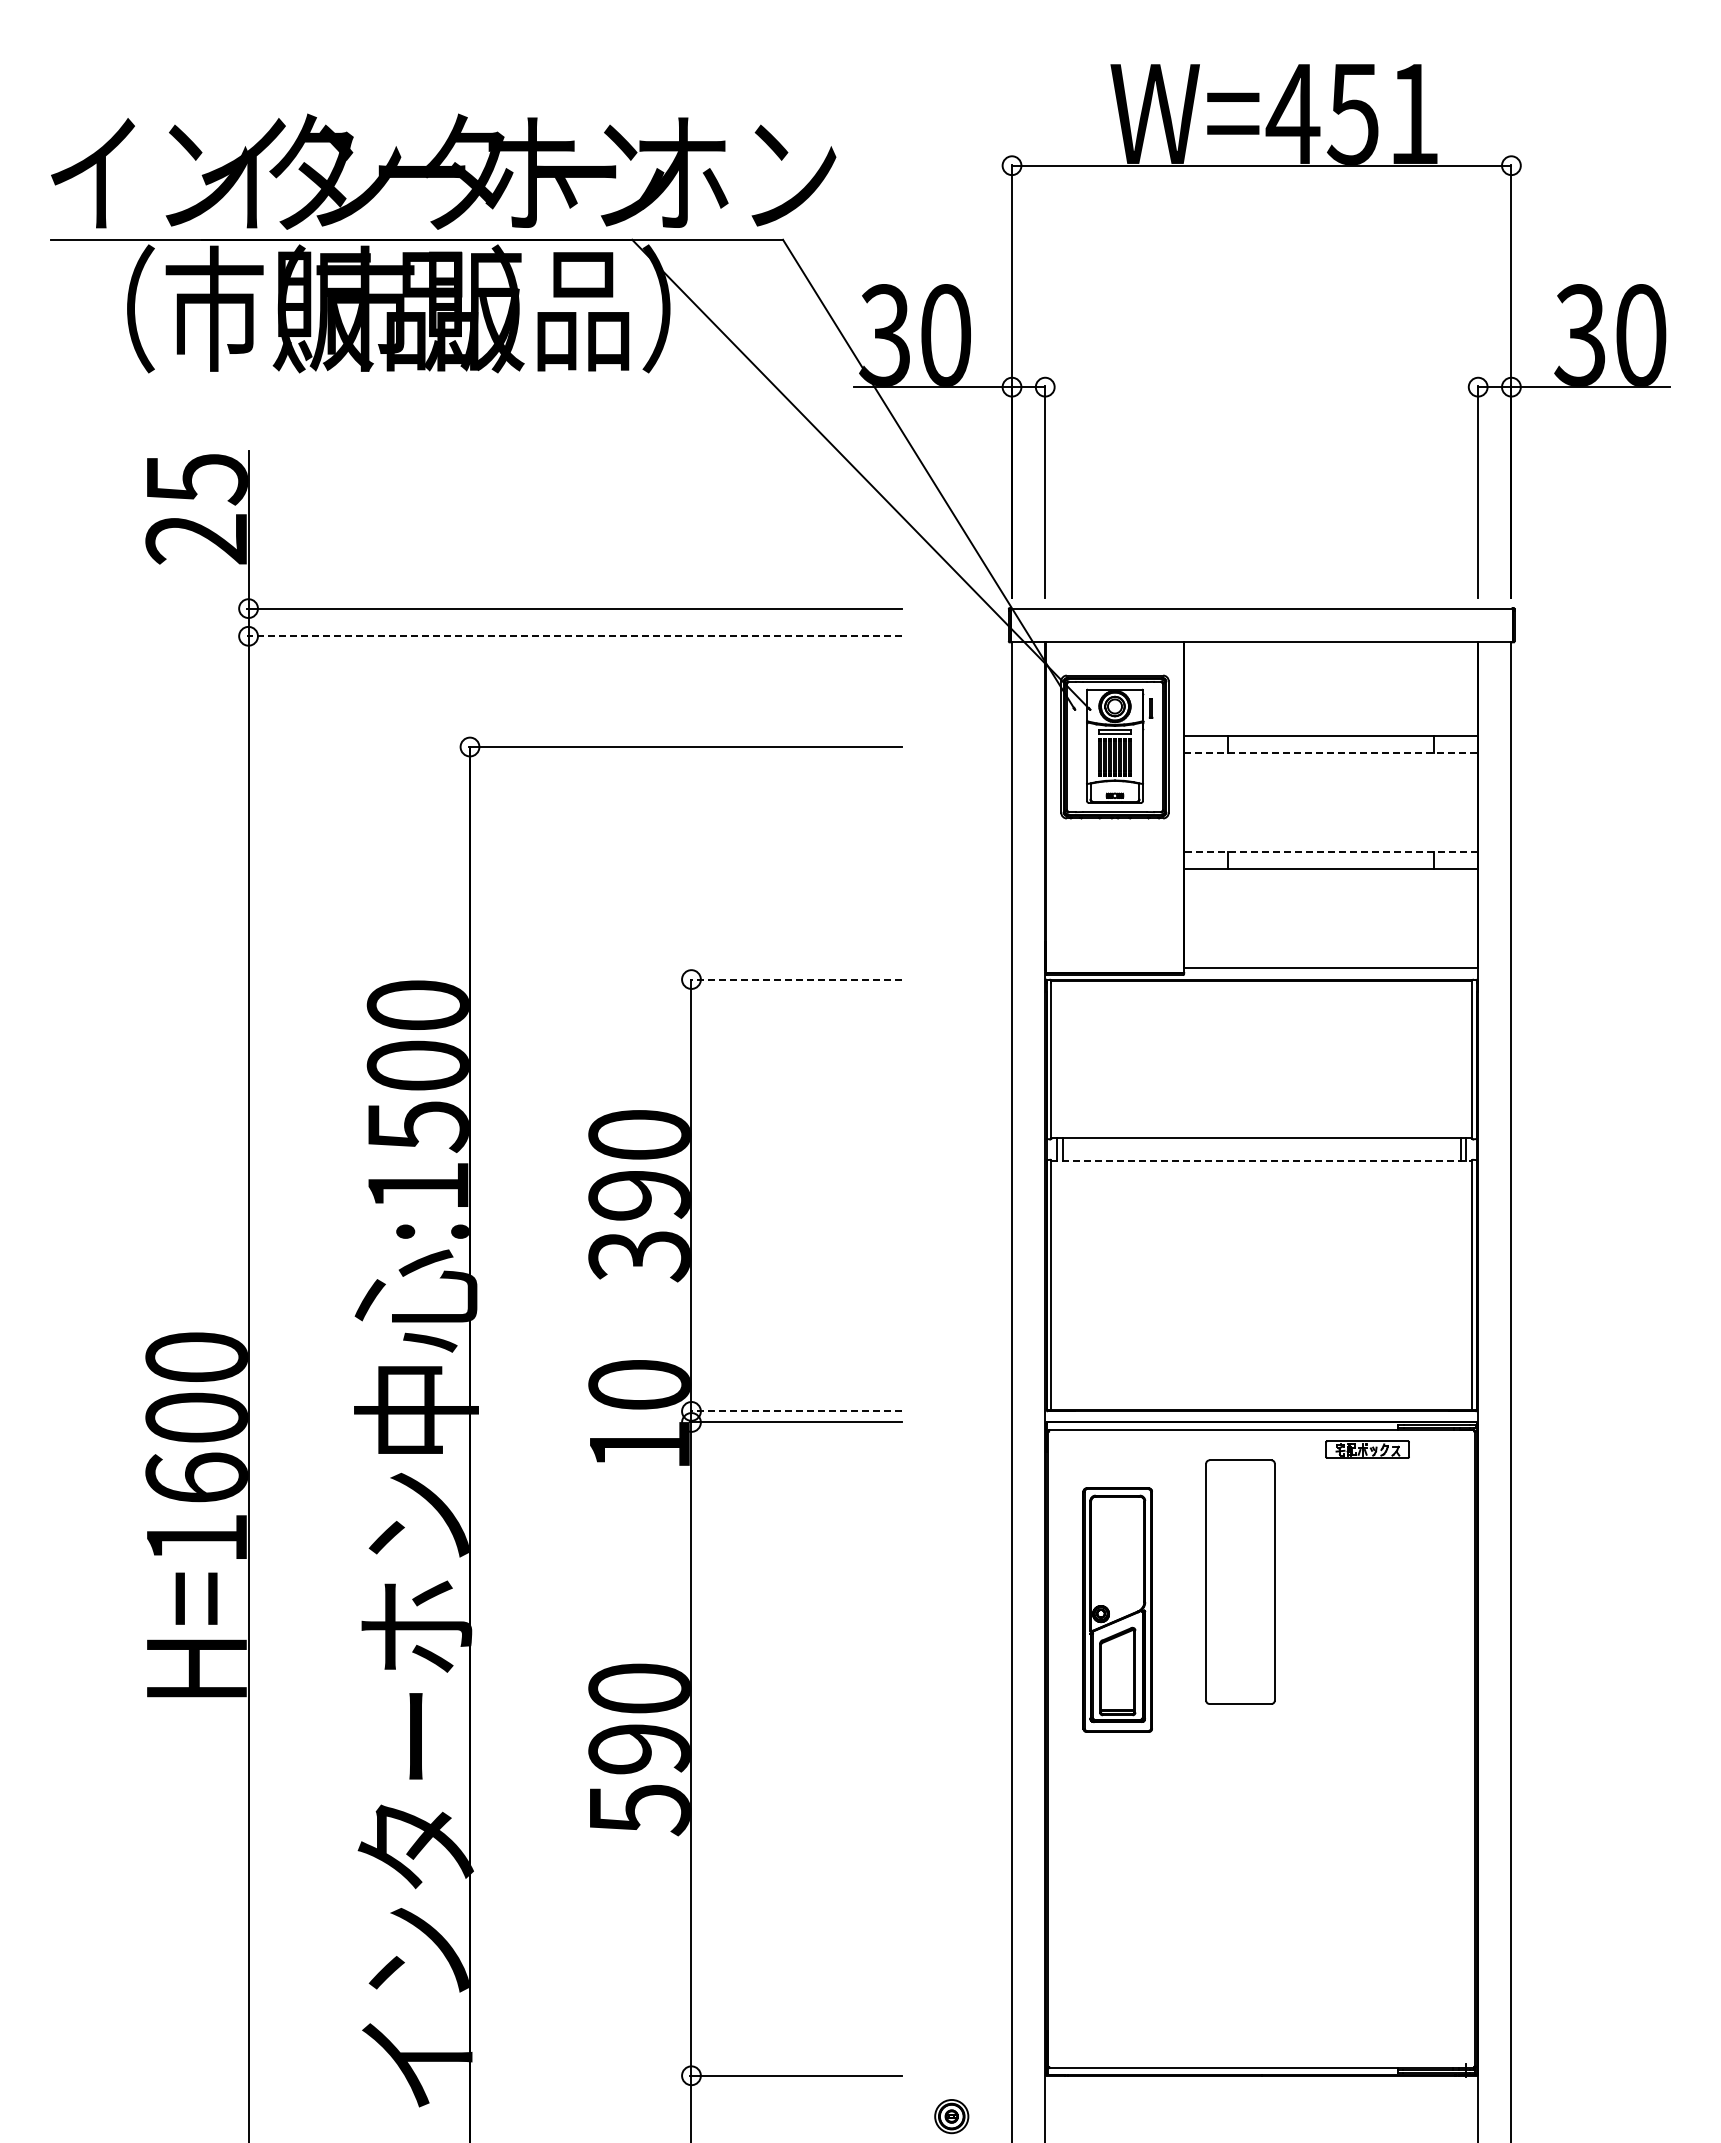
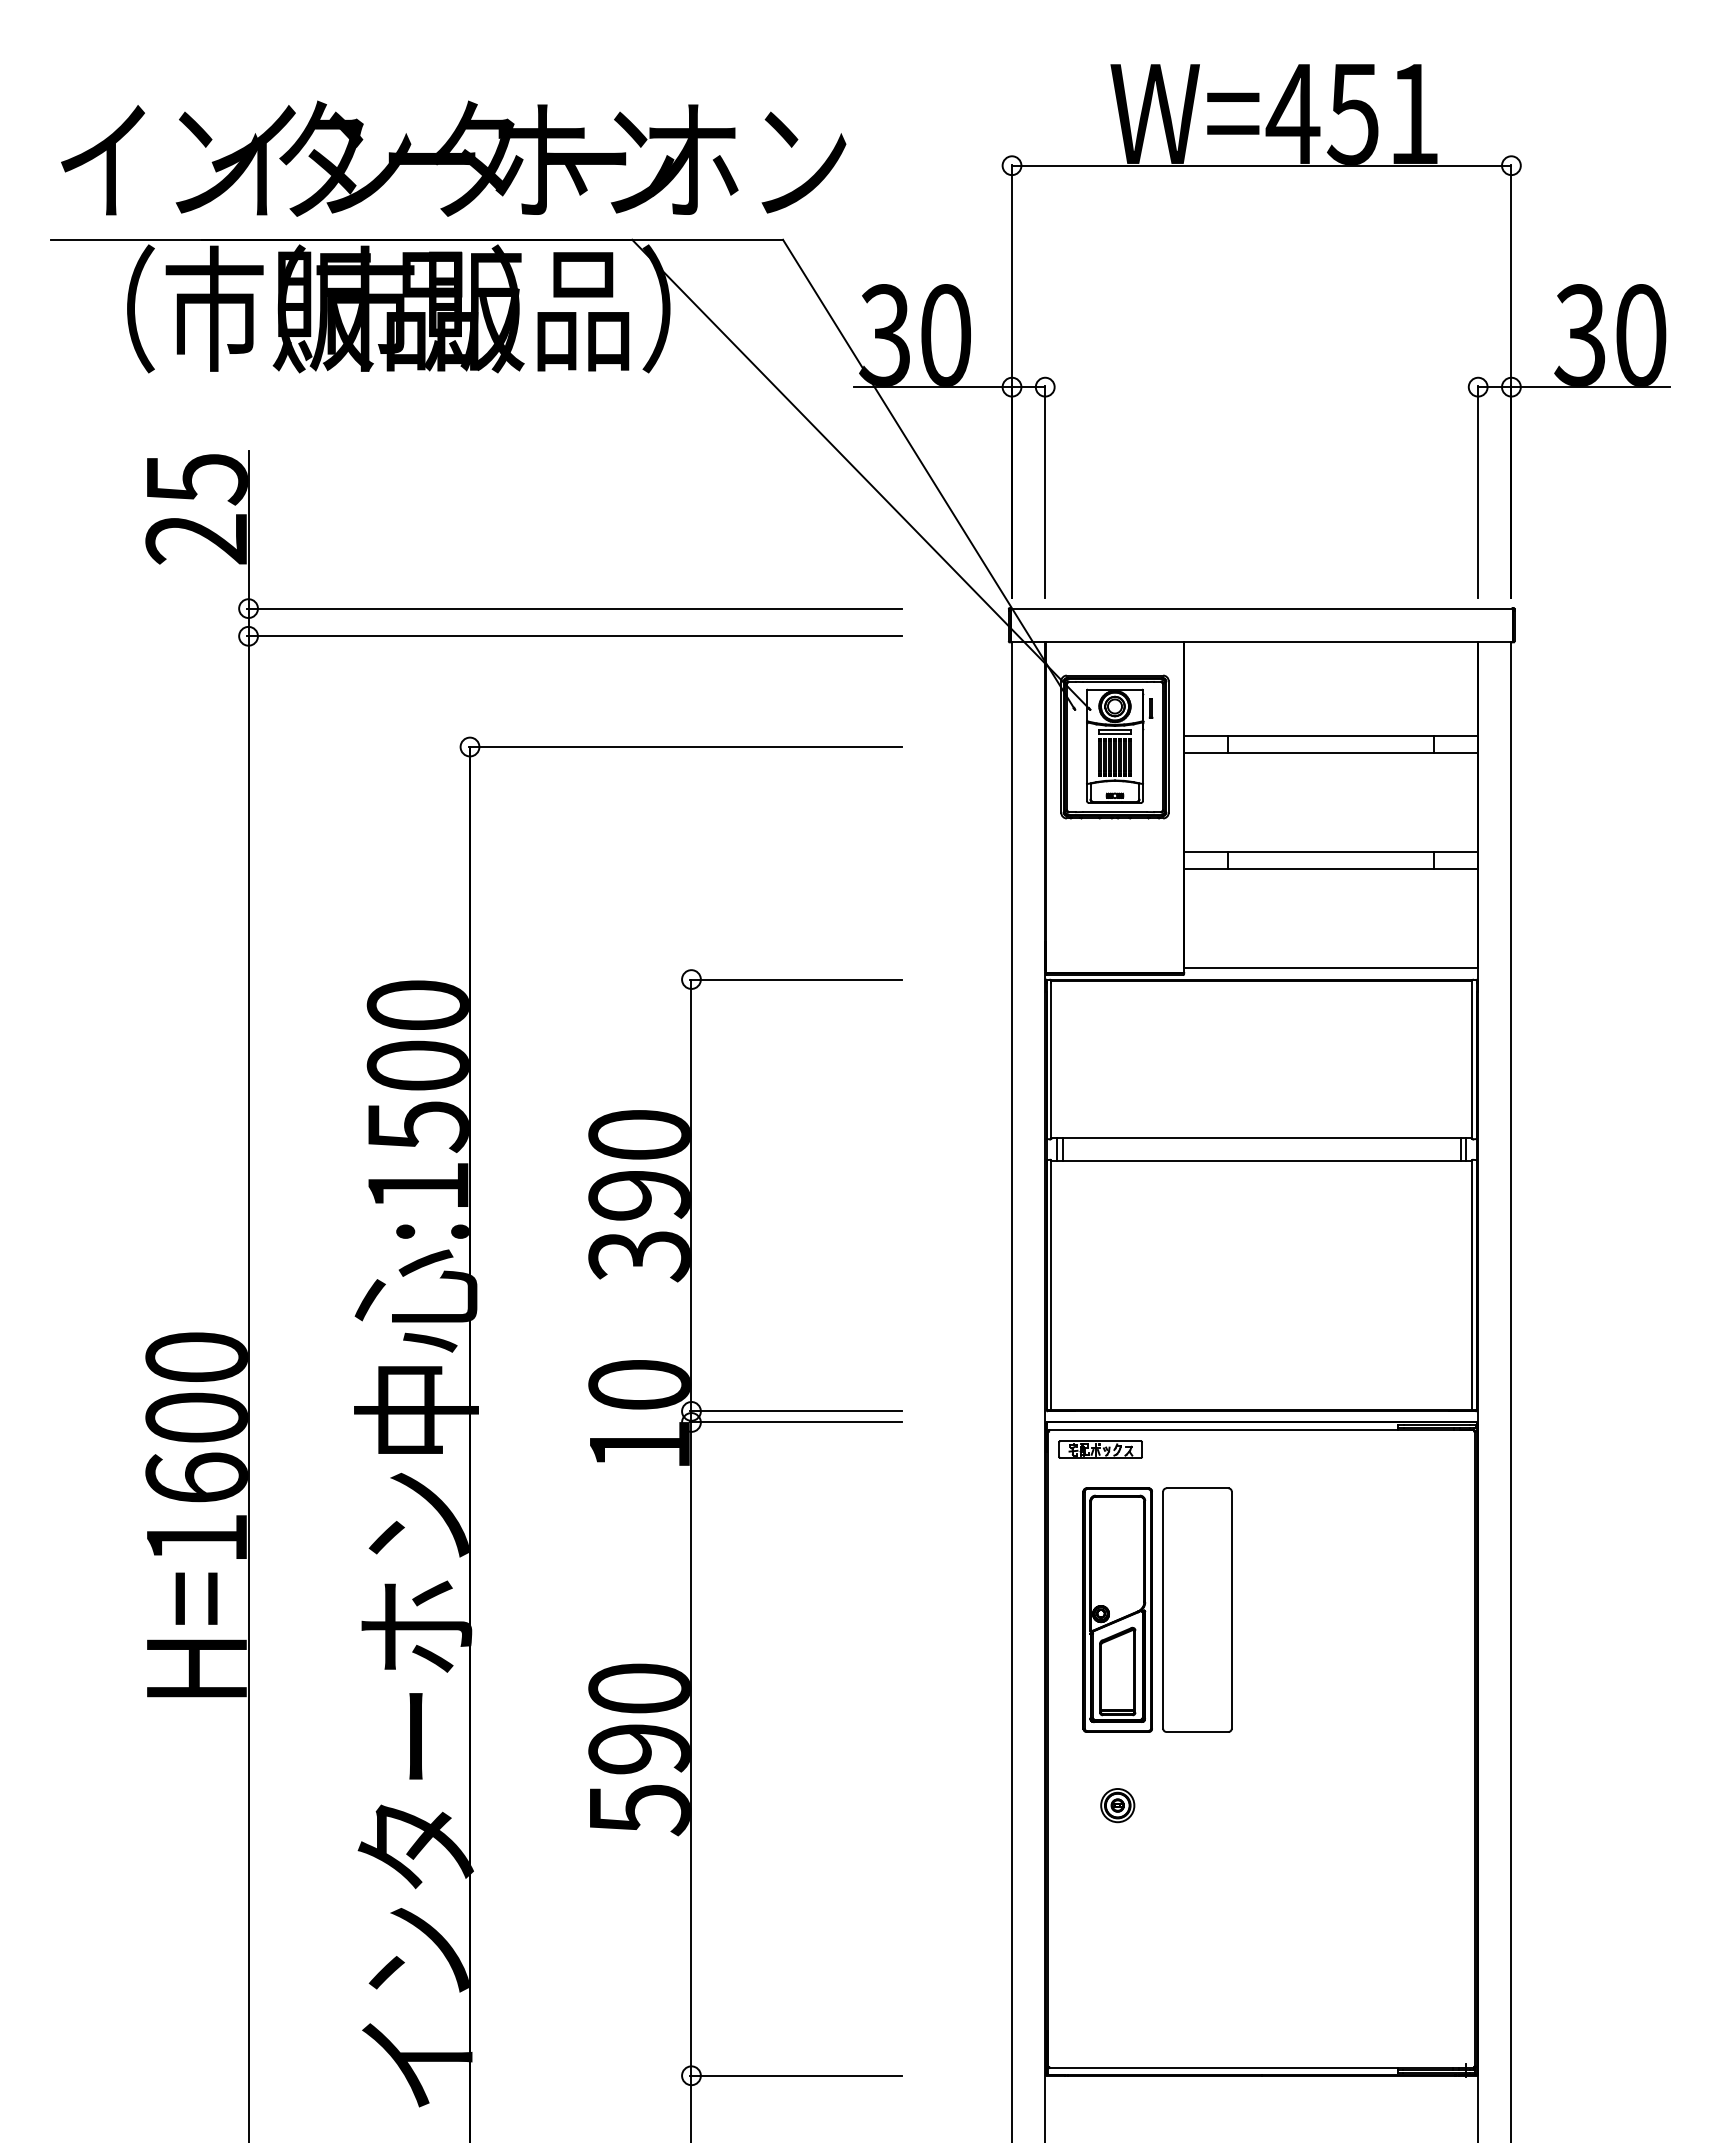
text at (443, 171) position: (443, 171) -> (453, 158)
line at (574, 636): dashed -> solid
line at (1330, 752): dashed -> solid
line at (1330, 852): dashed -> solid
line at (796, 979): dashed -> solid
line at (1262, 1161): dashed -> solid
line at (796, 1411): dashed -> solid
part at (1367, 1449) position: (1367, 1449) -> (1100, 1449)
part at (1240, 1581) position: (1240, 1581) -> (1197, 1609)
part at (951, 2116) position: (951, 2116) -> (1117, 1805)
